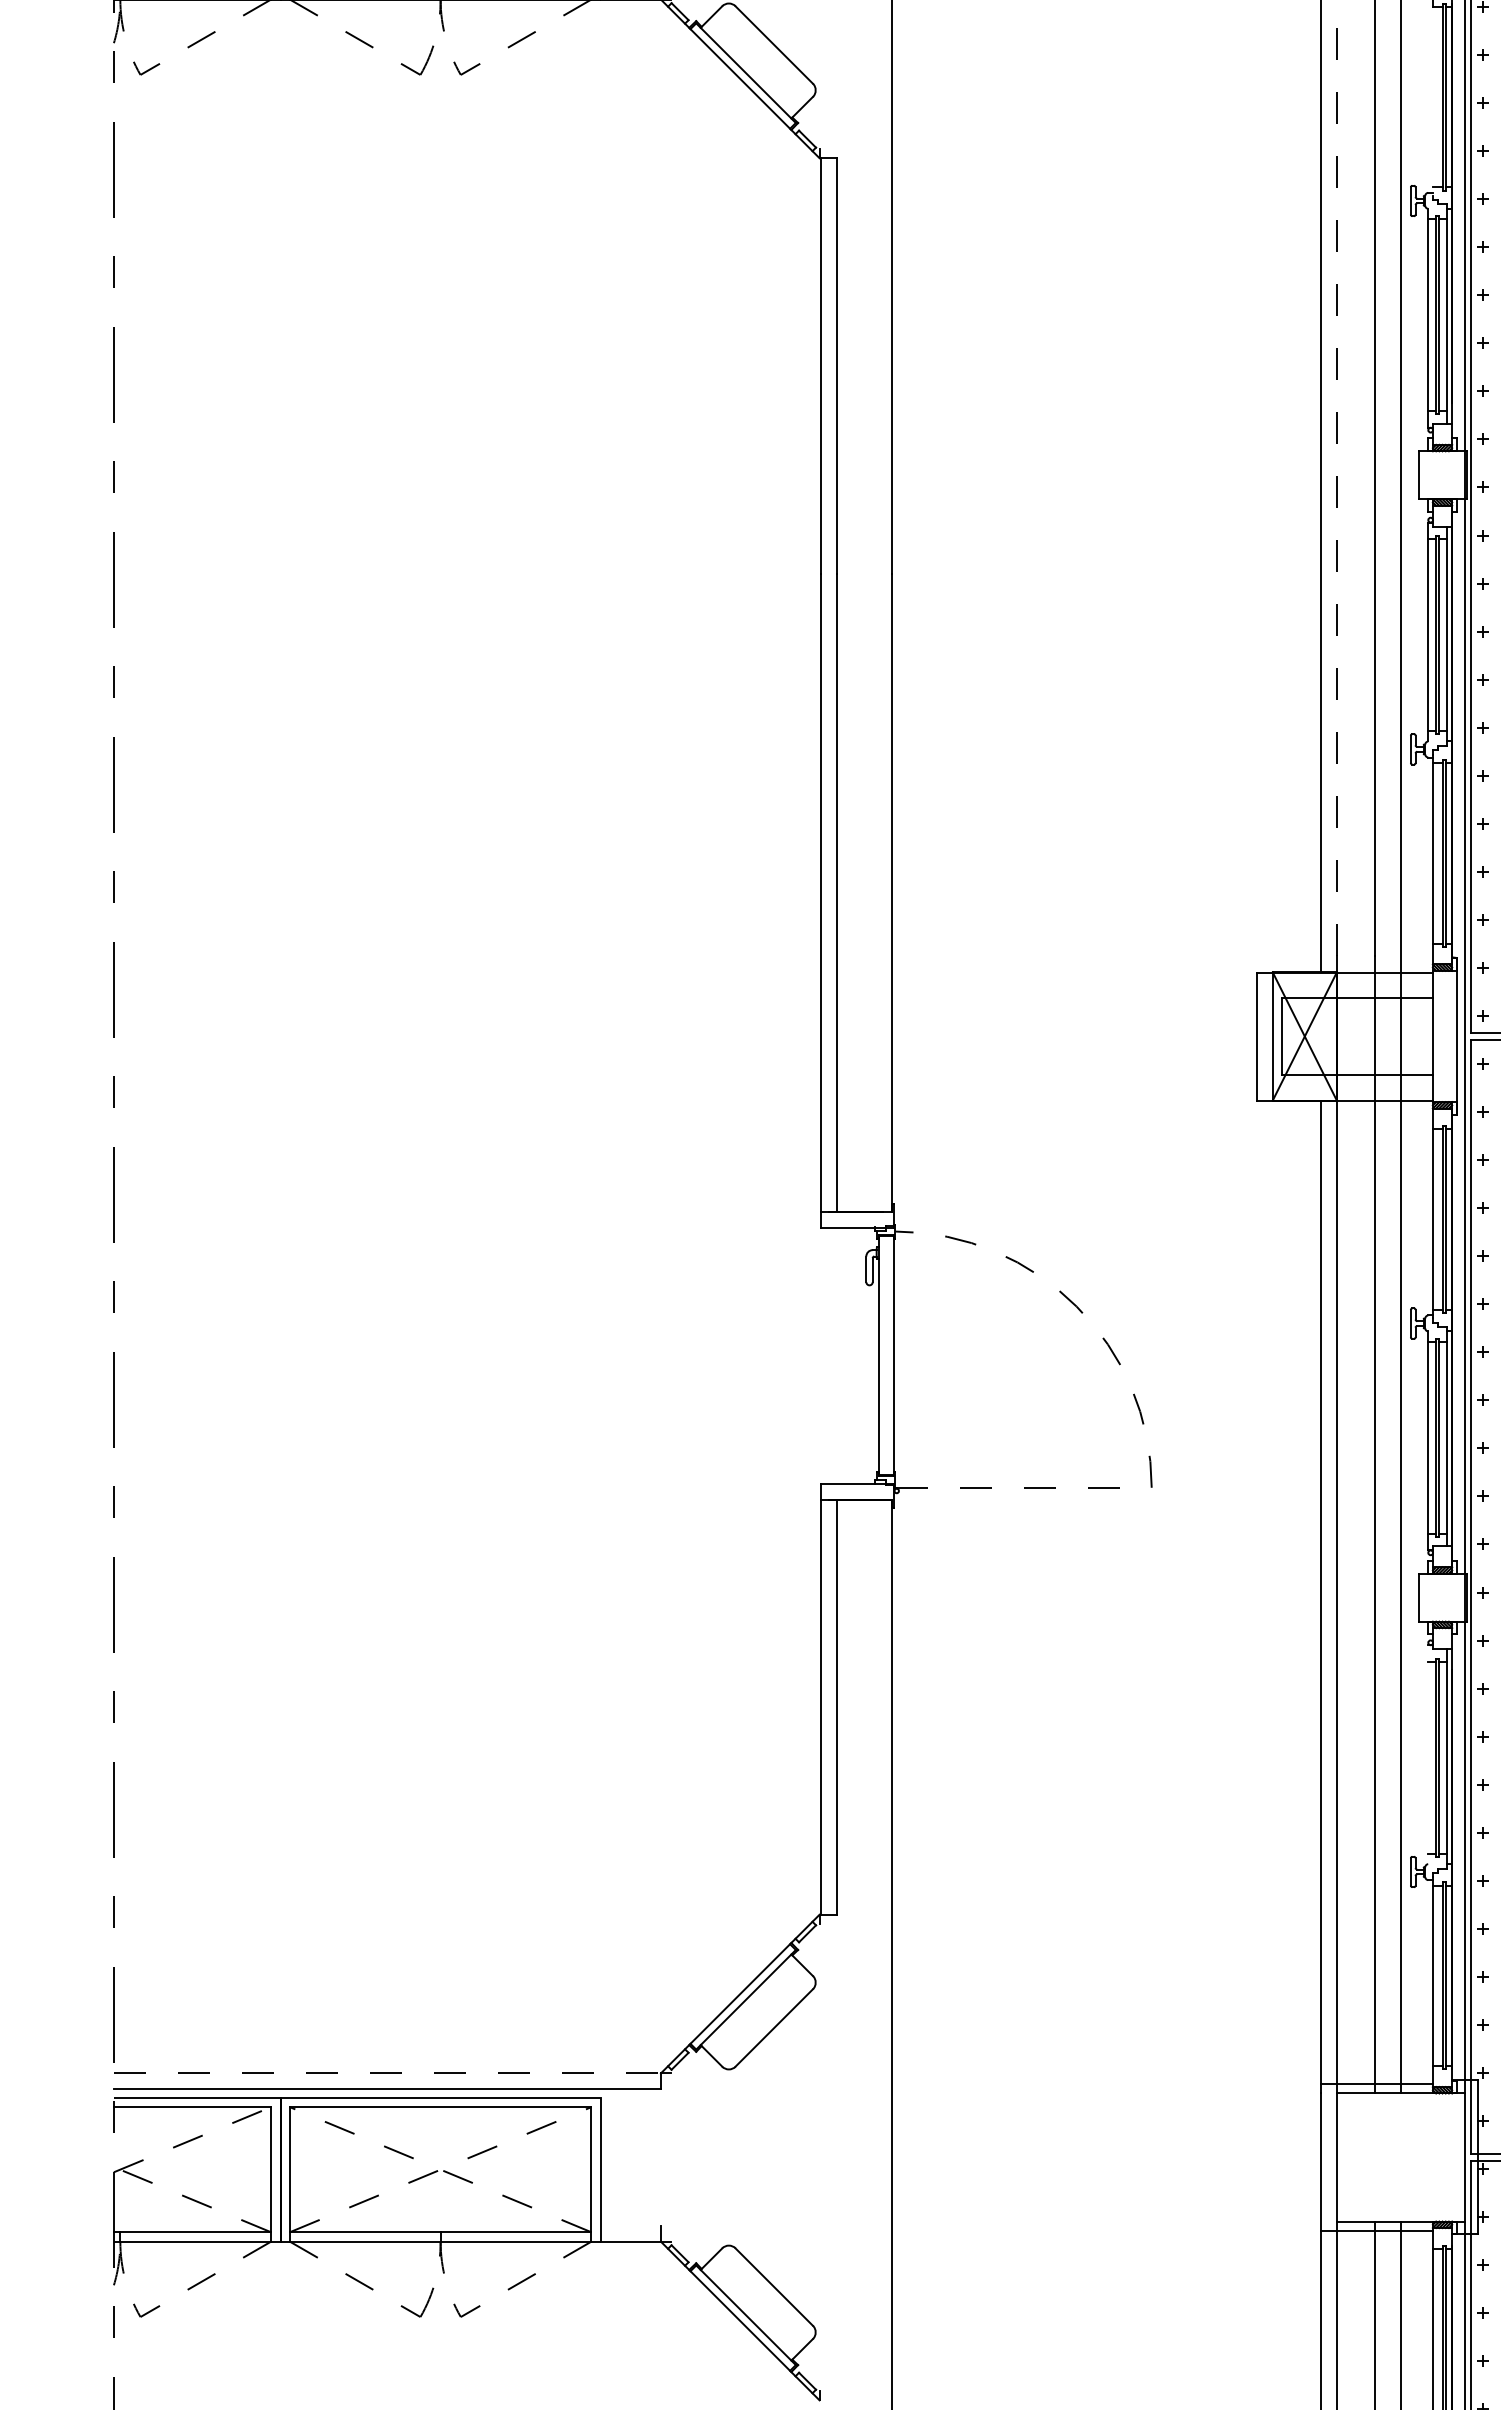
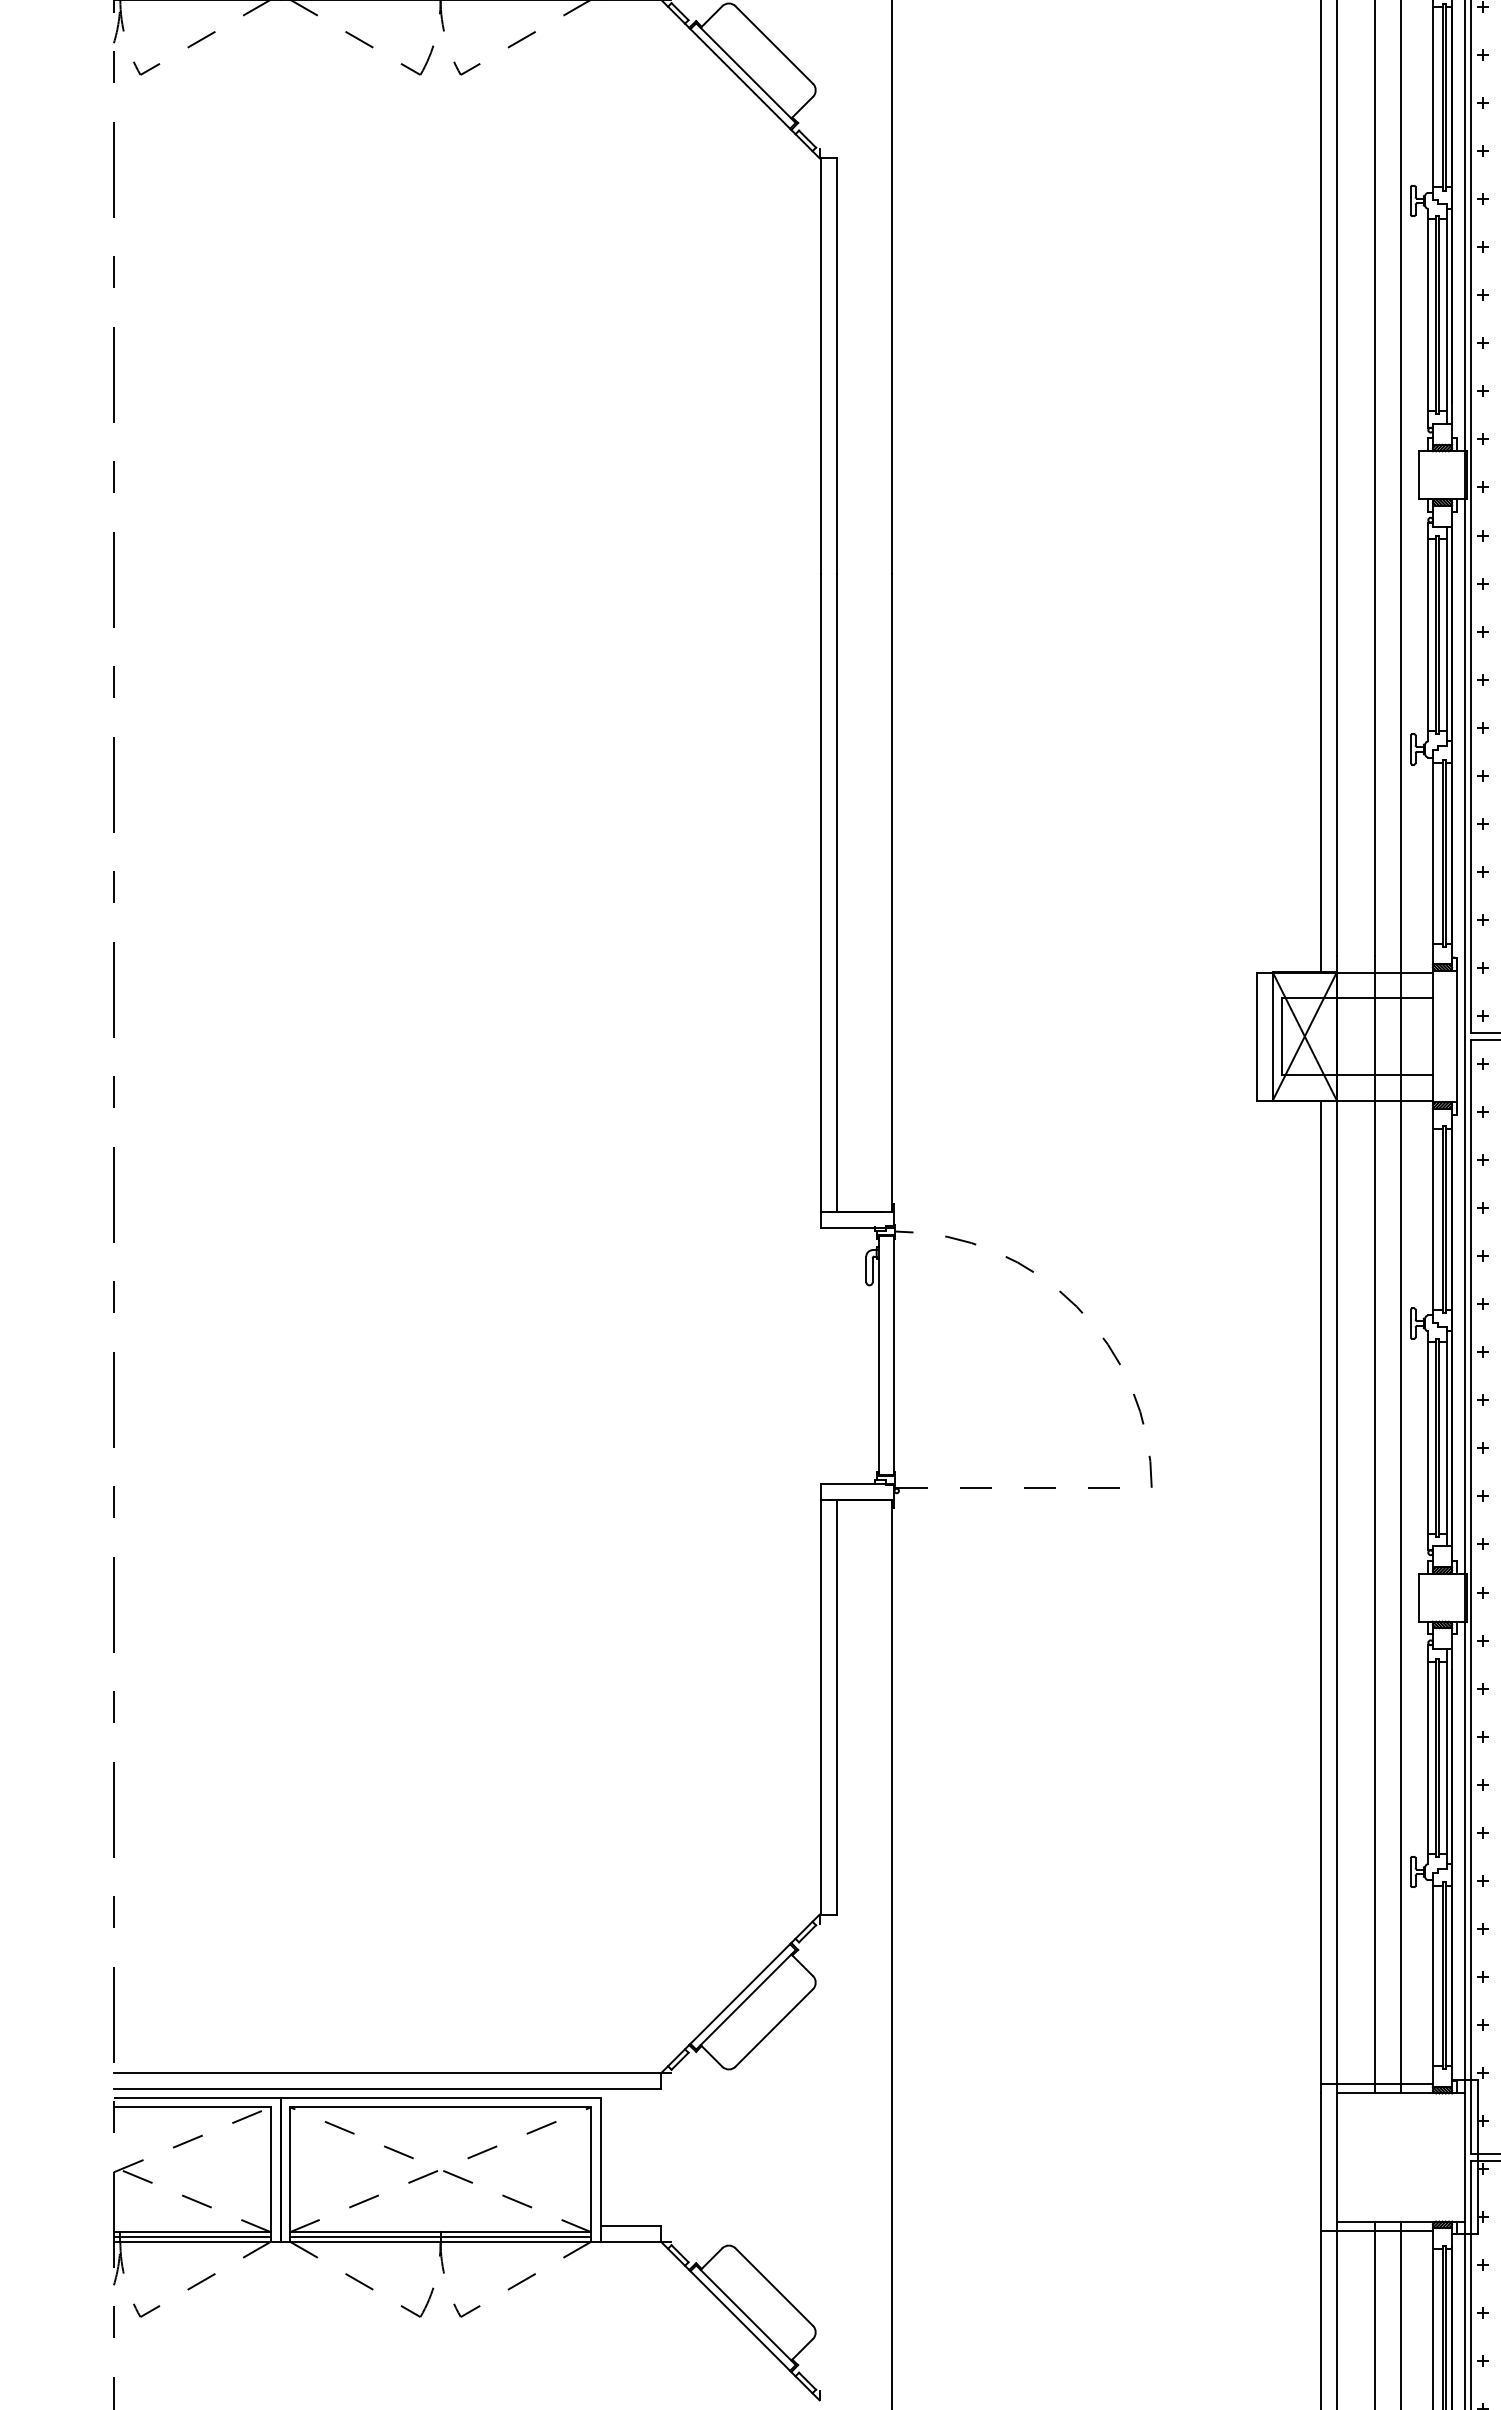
line at (1432, 100): none -> present
line at (1336, 478): dashed -> solid
line at (1428, 1754): none -> present
line at (387, 2073): dashed -> solid
line at (630, 2225): none -> present
line at (191, 2236): none -> present
line at (440, 2236): none -> present
